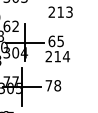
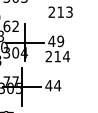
text at (56, 41): 65 -> 49
text at (53, 85): 78 -> 44
